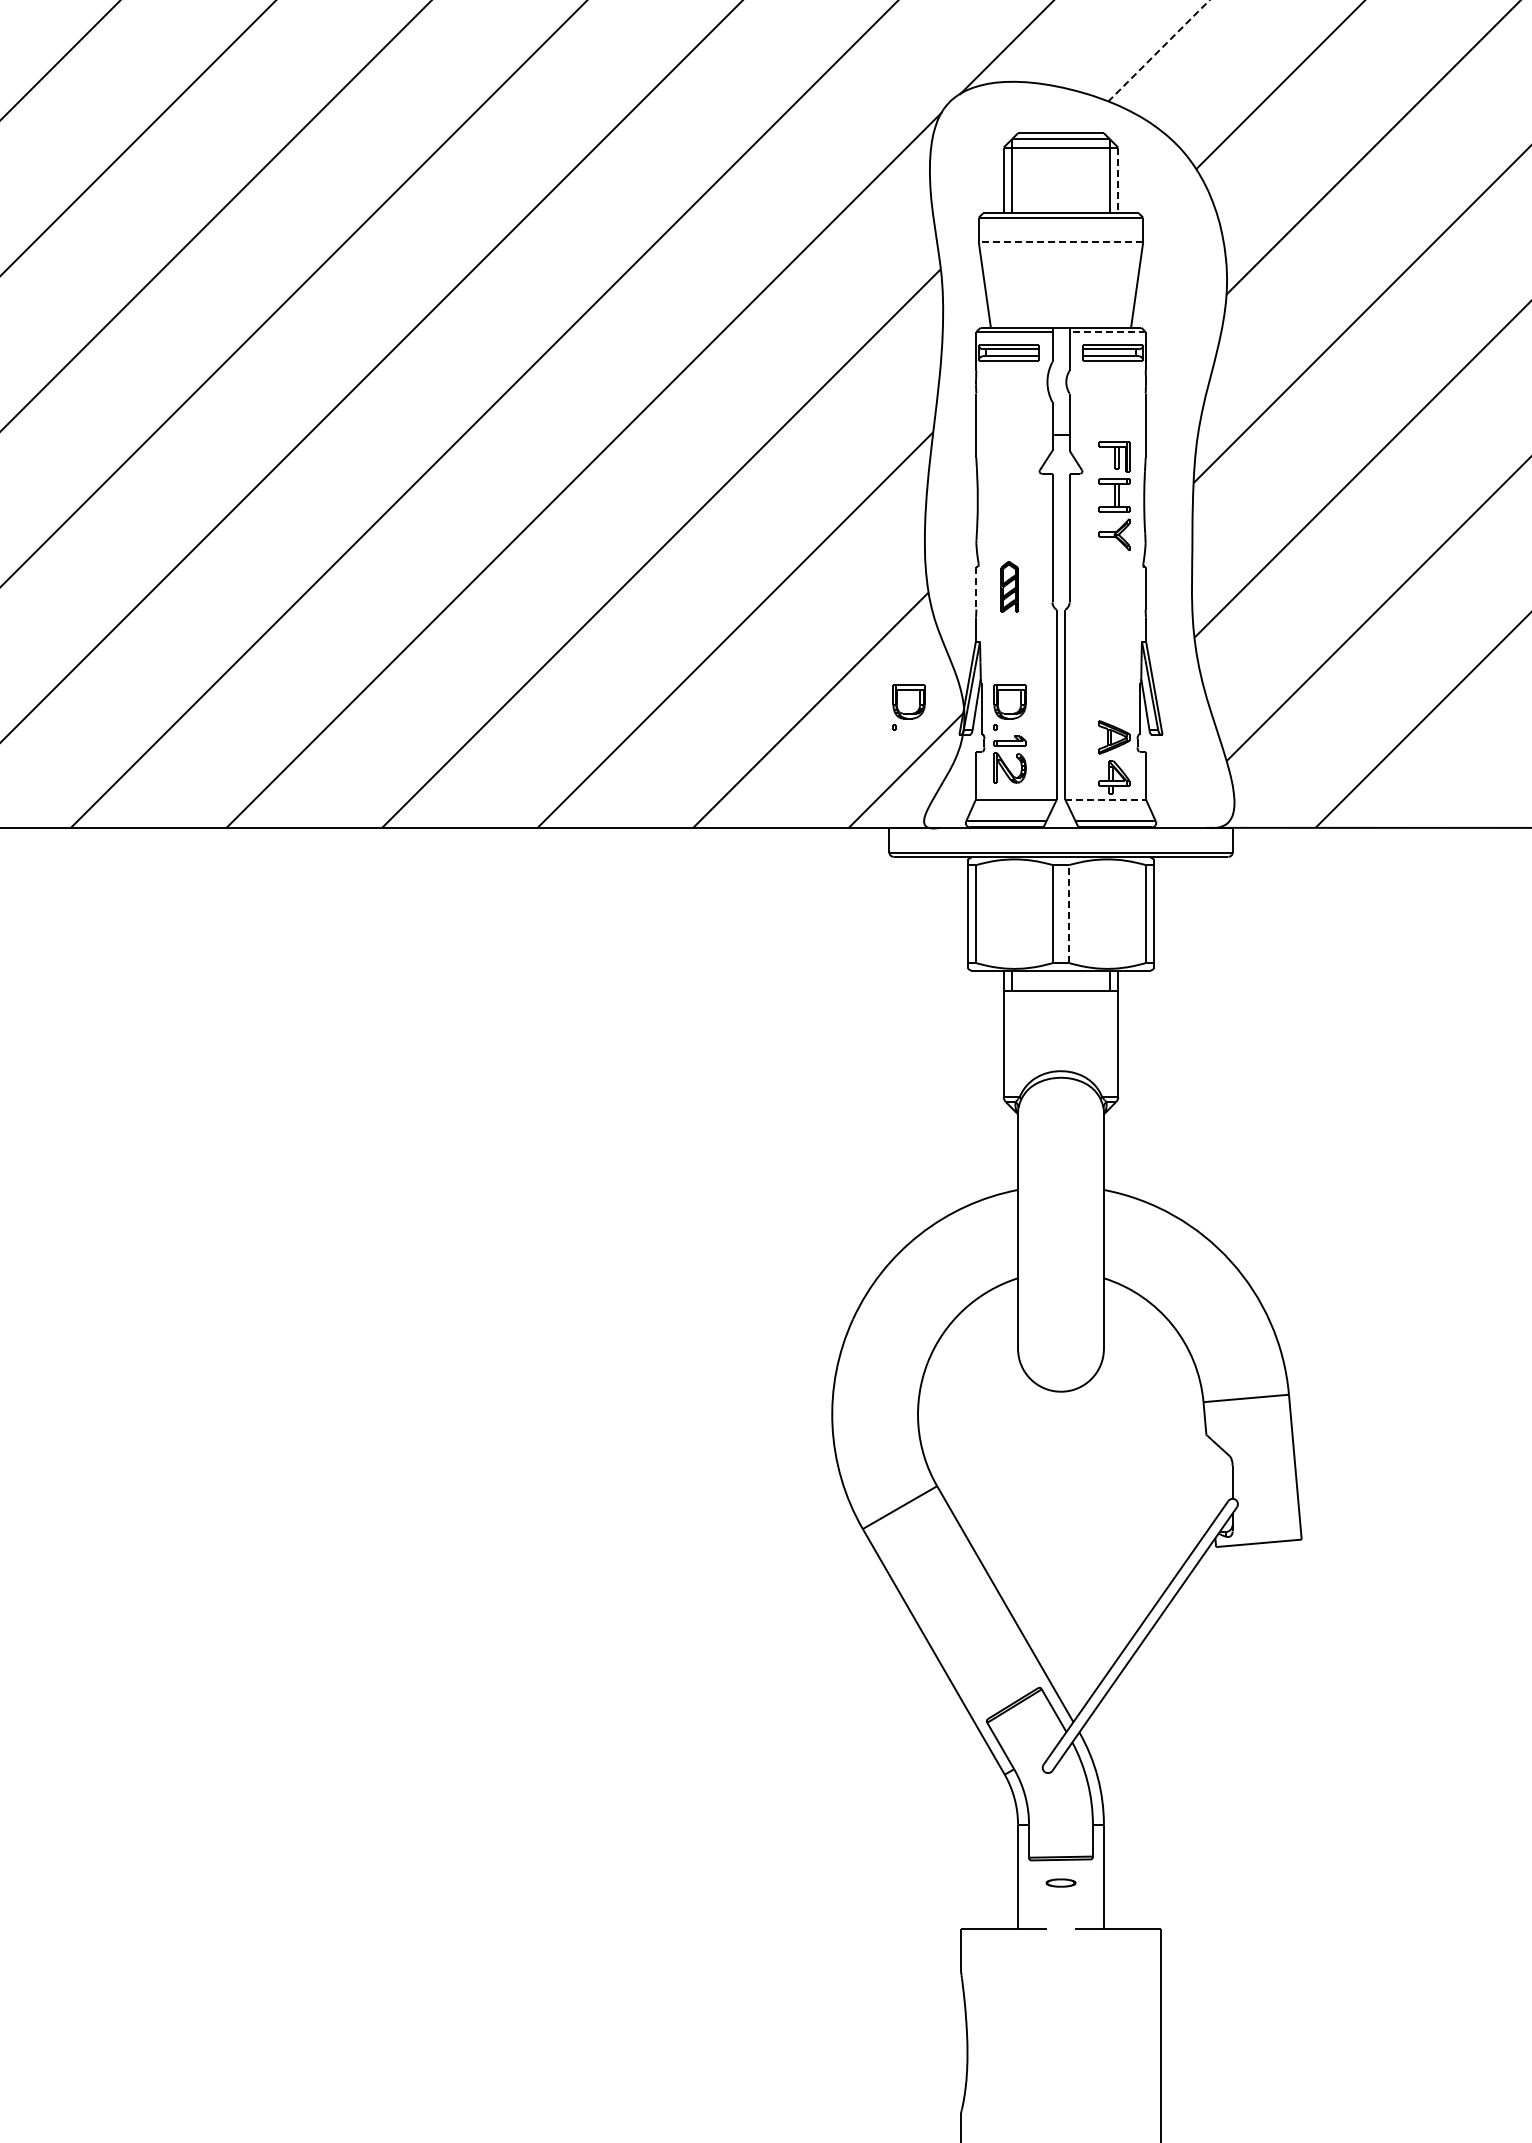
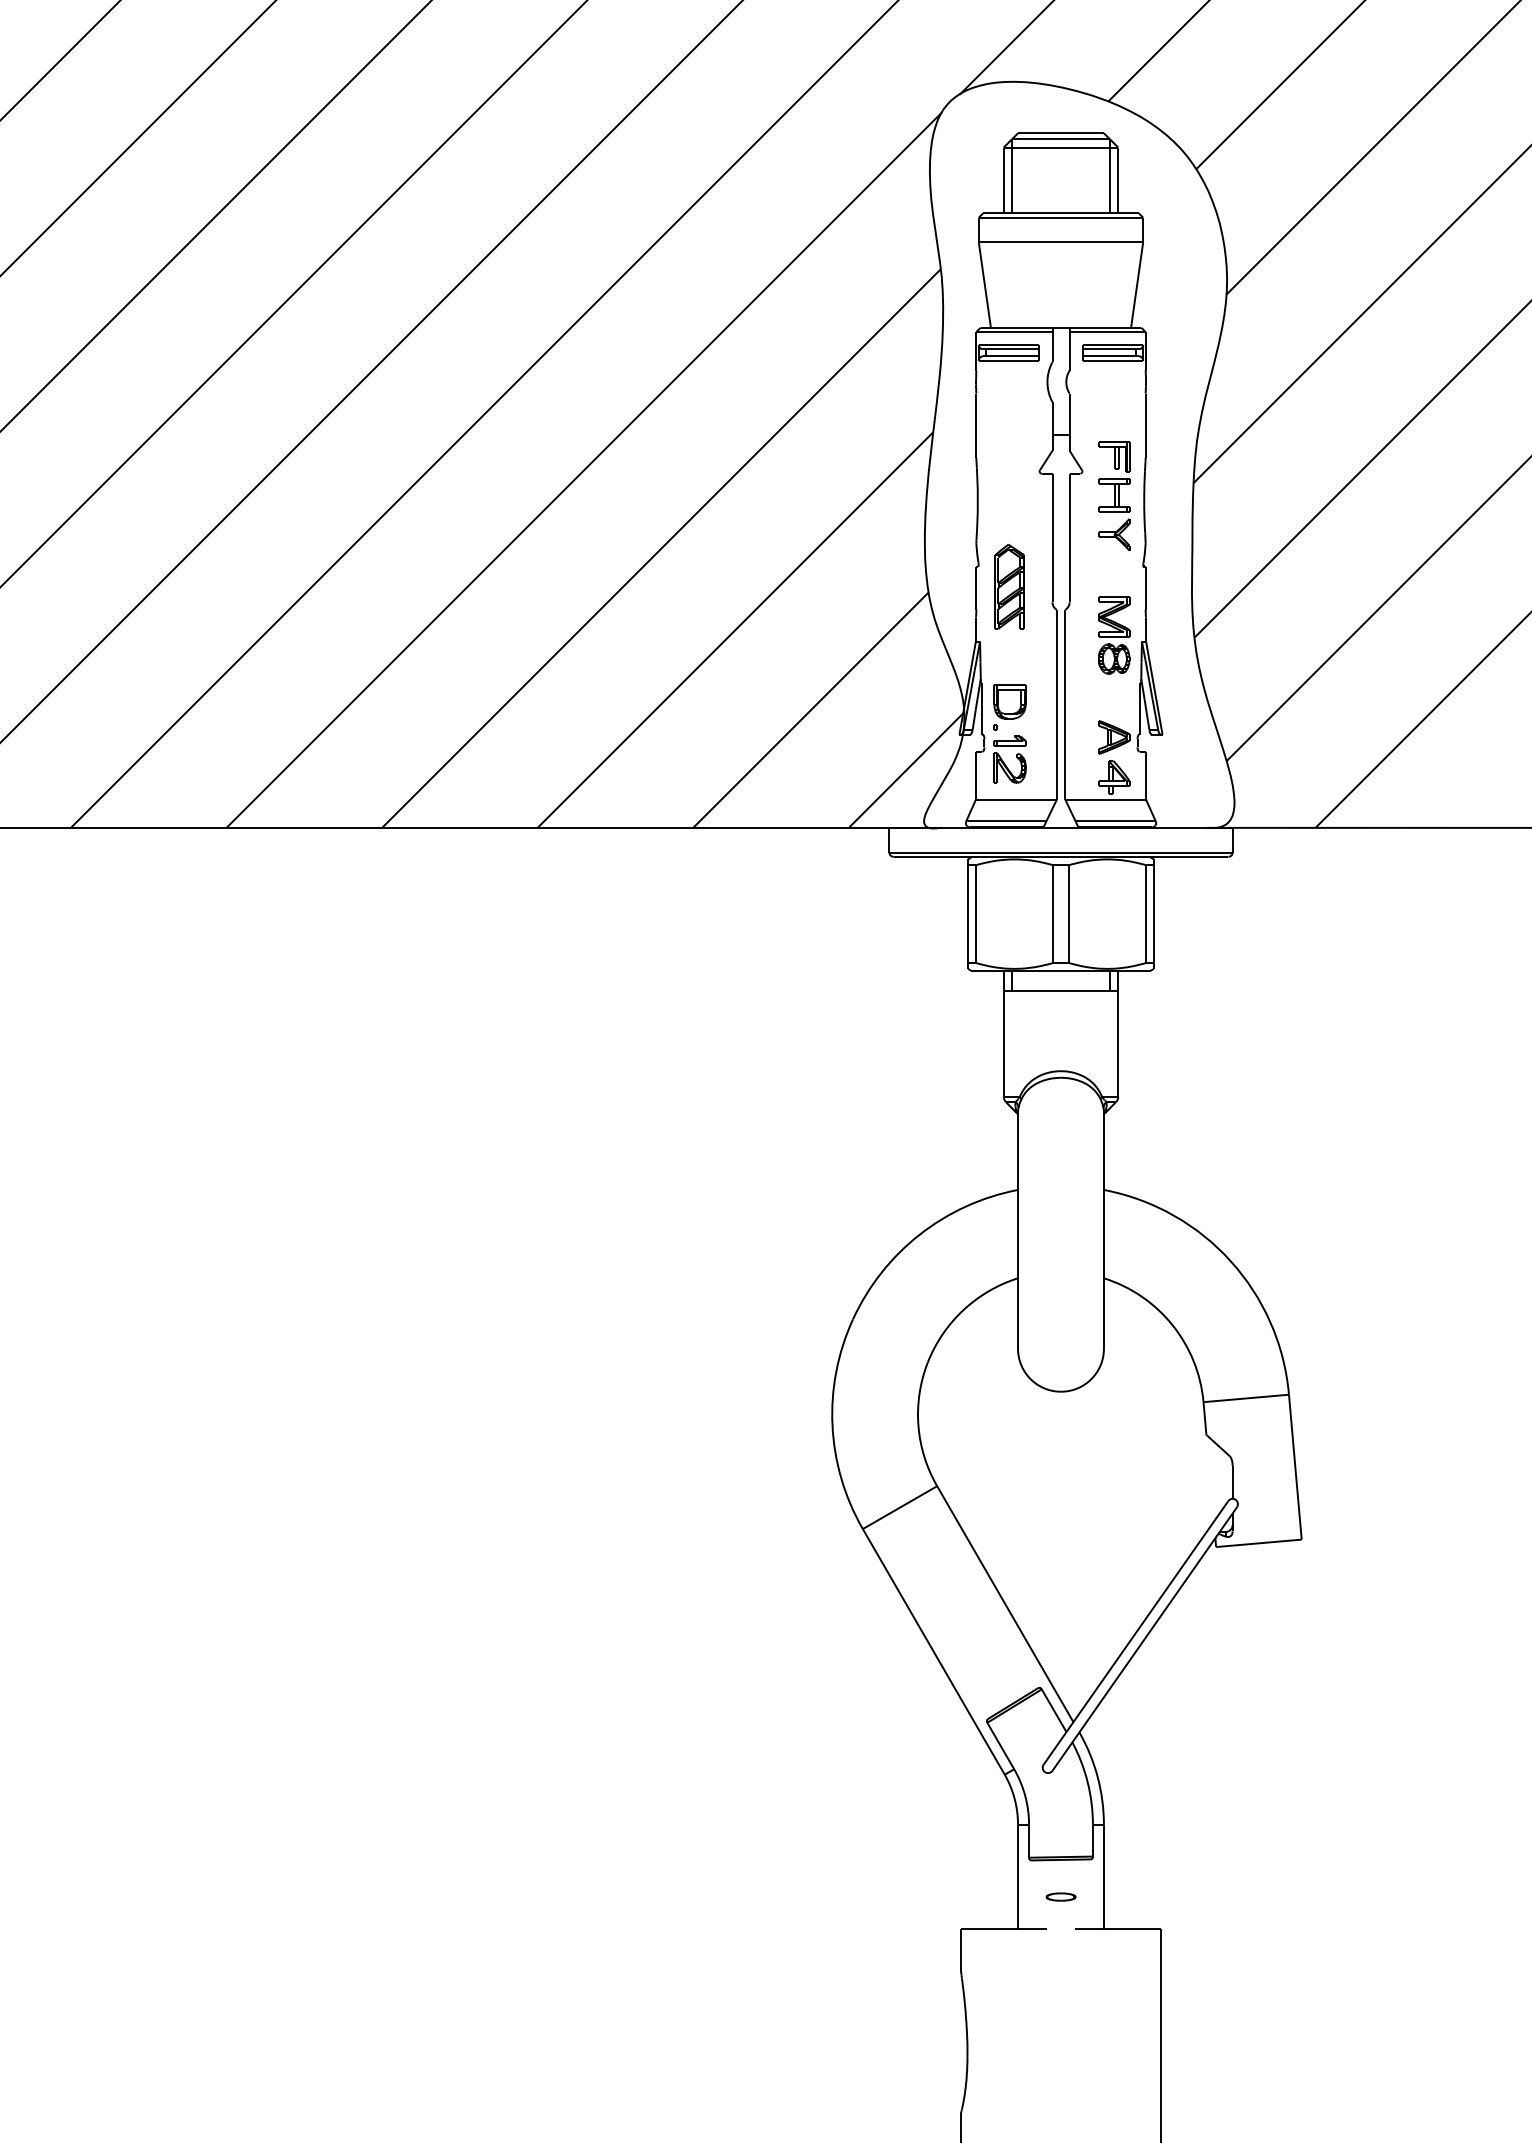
line at (1158, 51): dashed -> solid
line at (1118, 180): dashed -> solid
line at (1060, 242): dashed -> solid
line at (1107, 332): dashed -> solid
part at (1009, 586) size: 19x52 px -> 31x86 px
line at (976, 588): dashed -> solid
part at (1114, 635): none -> present
part at (908, 707): present -> none
line at (1106, 799): dashed -> solid
line at (1069, 914): dashed -> solid
part at (1060, 1882) position: (1060, 1882) -> (1060, 1896)
